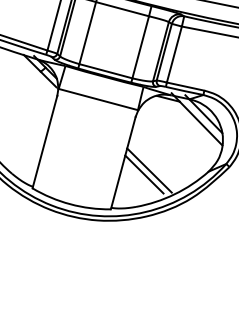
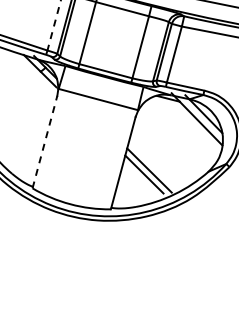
line at (54, 25): solid -> dashed
line at (44, 142): solid -> dashed
